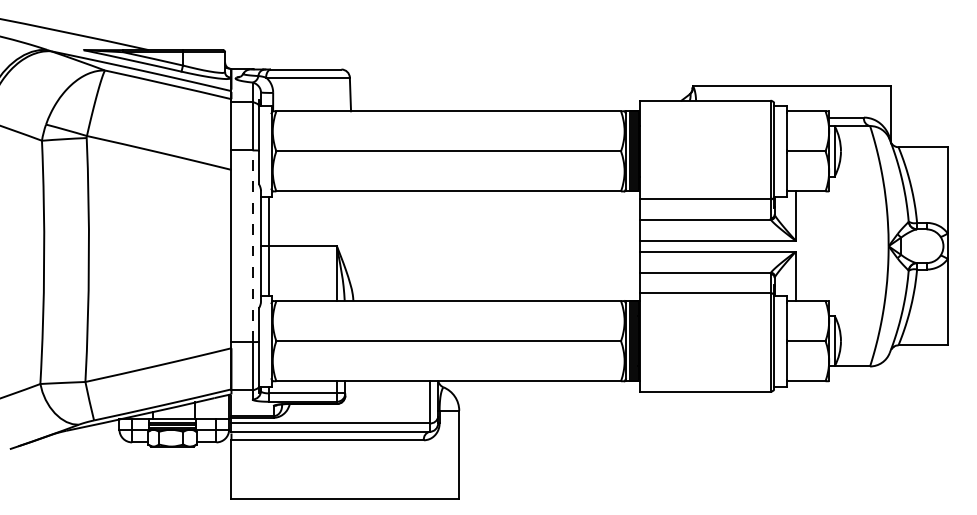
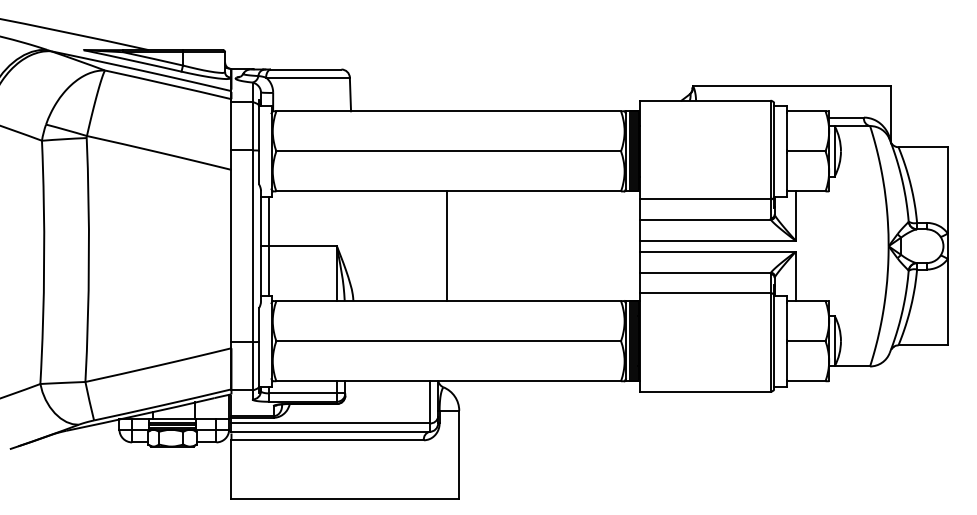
line at (252, 246): dashed -> solid
line at (446, 246): none -> present
